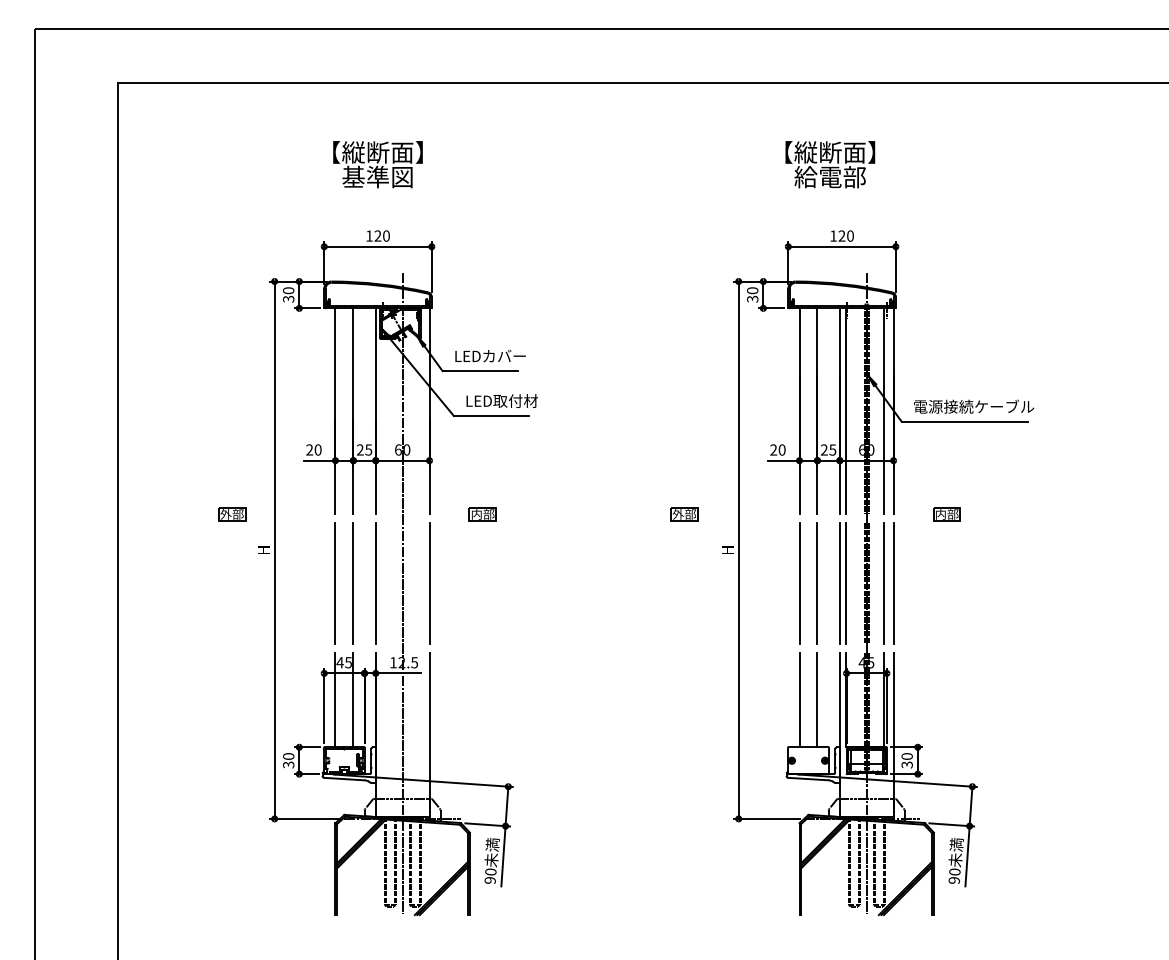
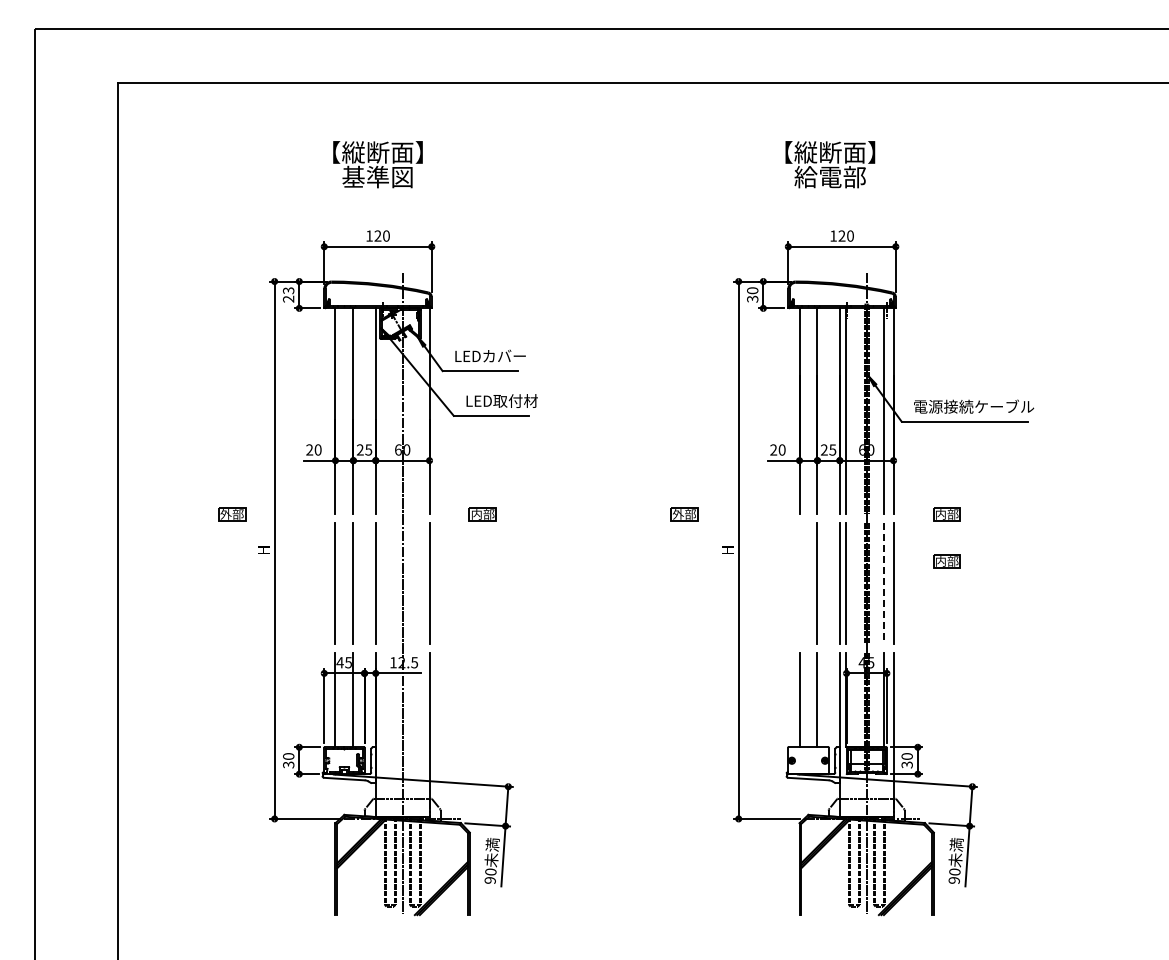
text at (288, 294): 30 -> 23
part at (946, 561): none -> present
line at (799, 583): present -> none
line at (883, 584): solid -> dashed
